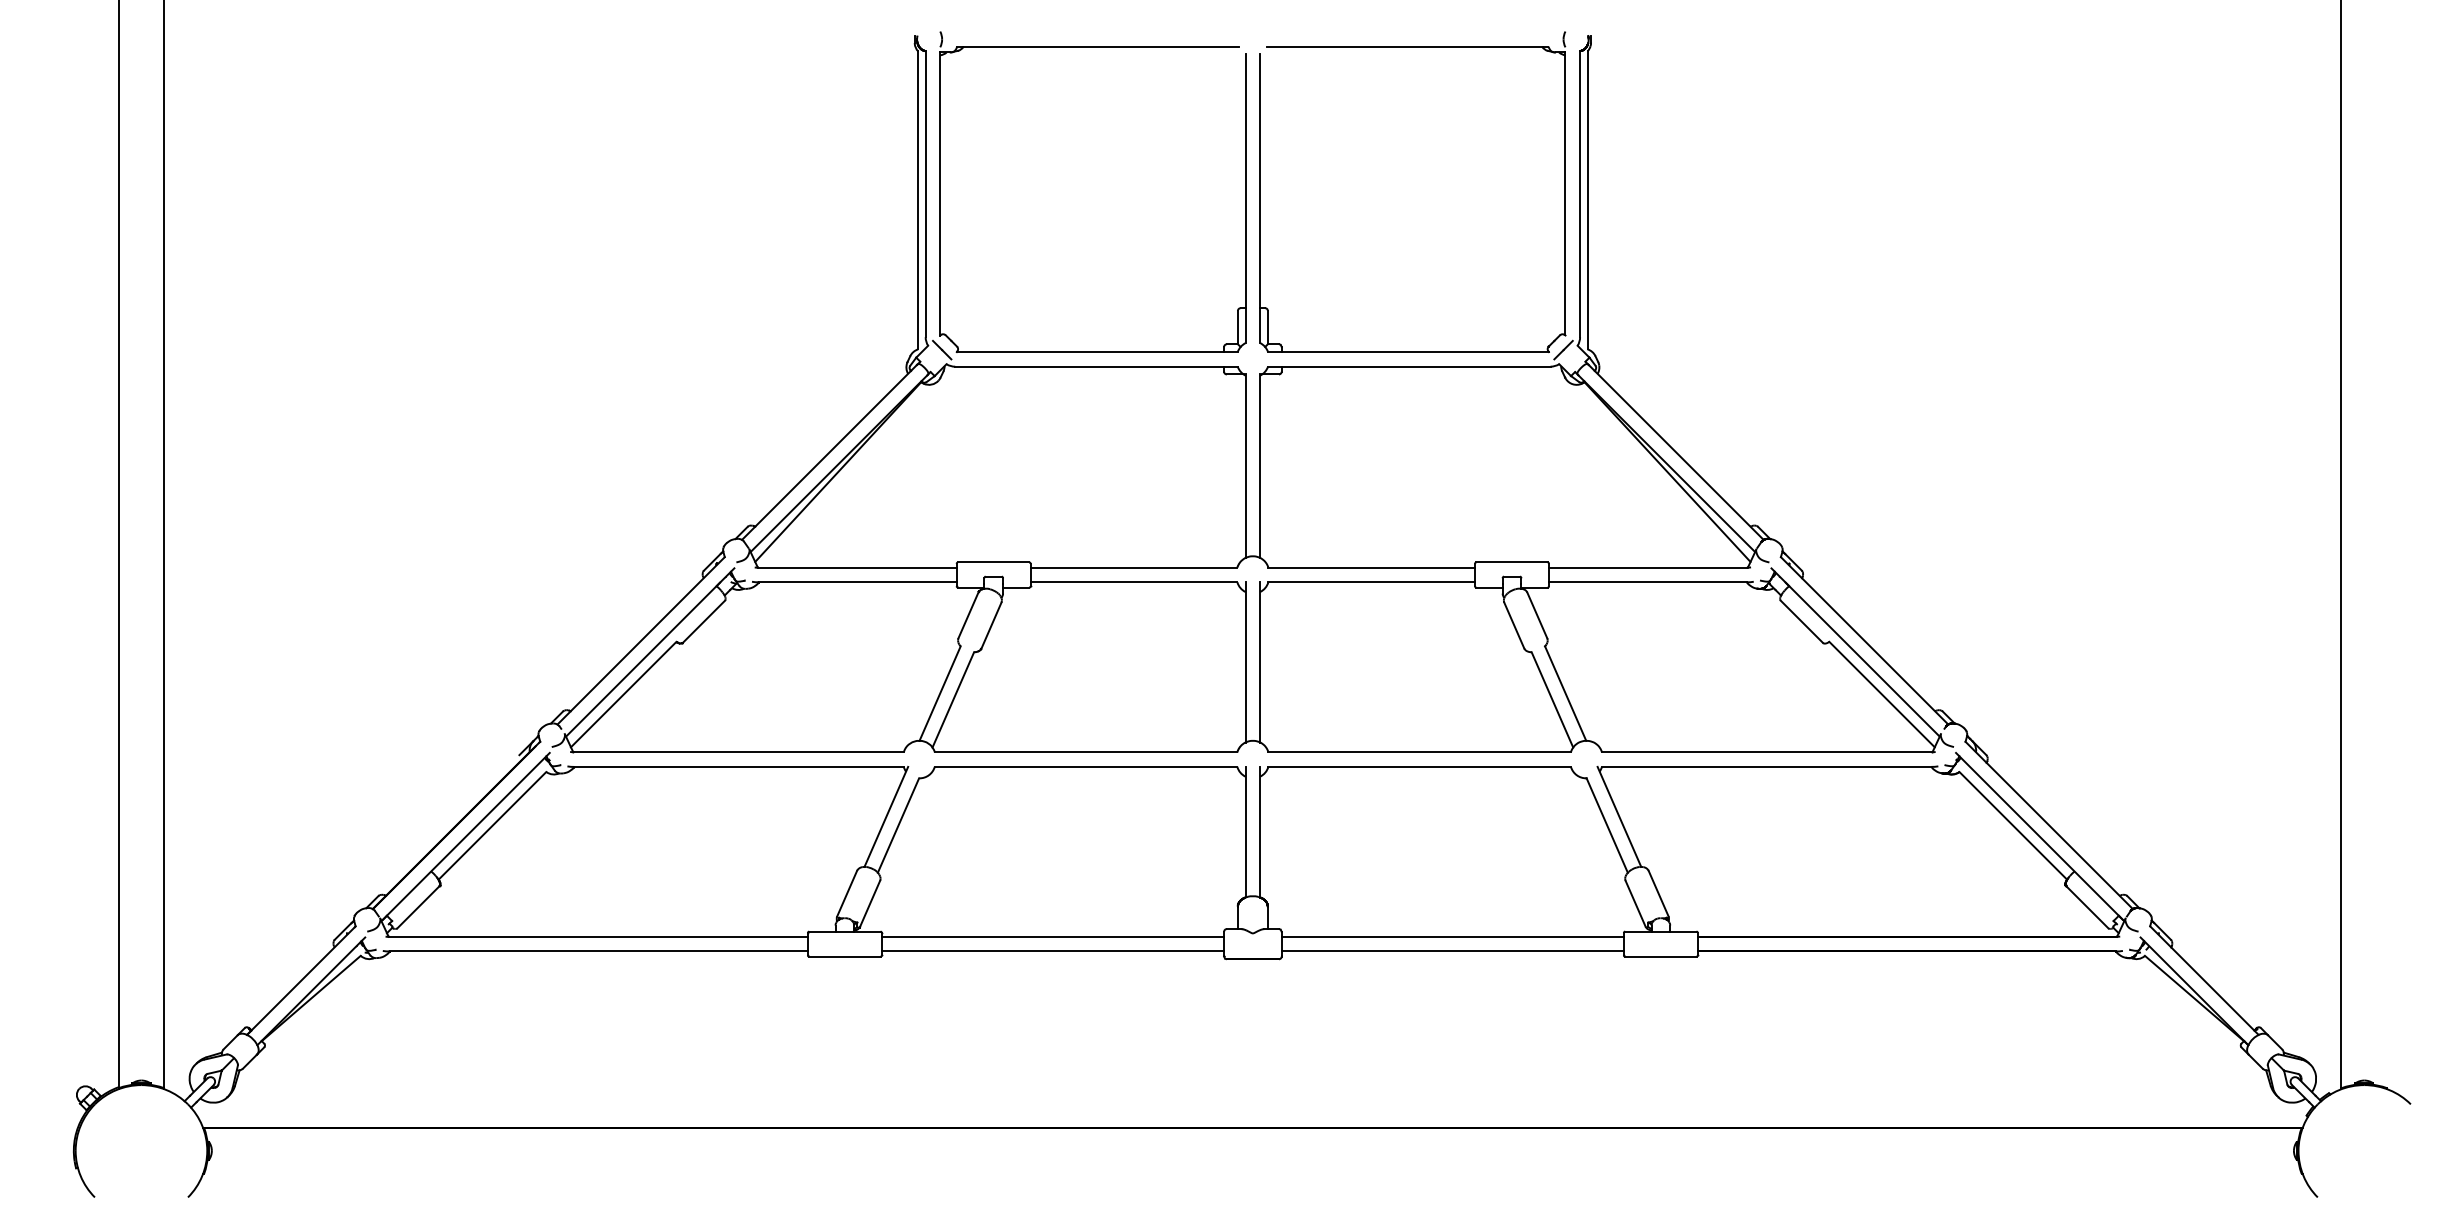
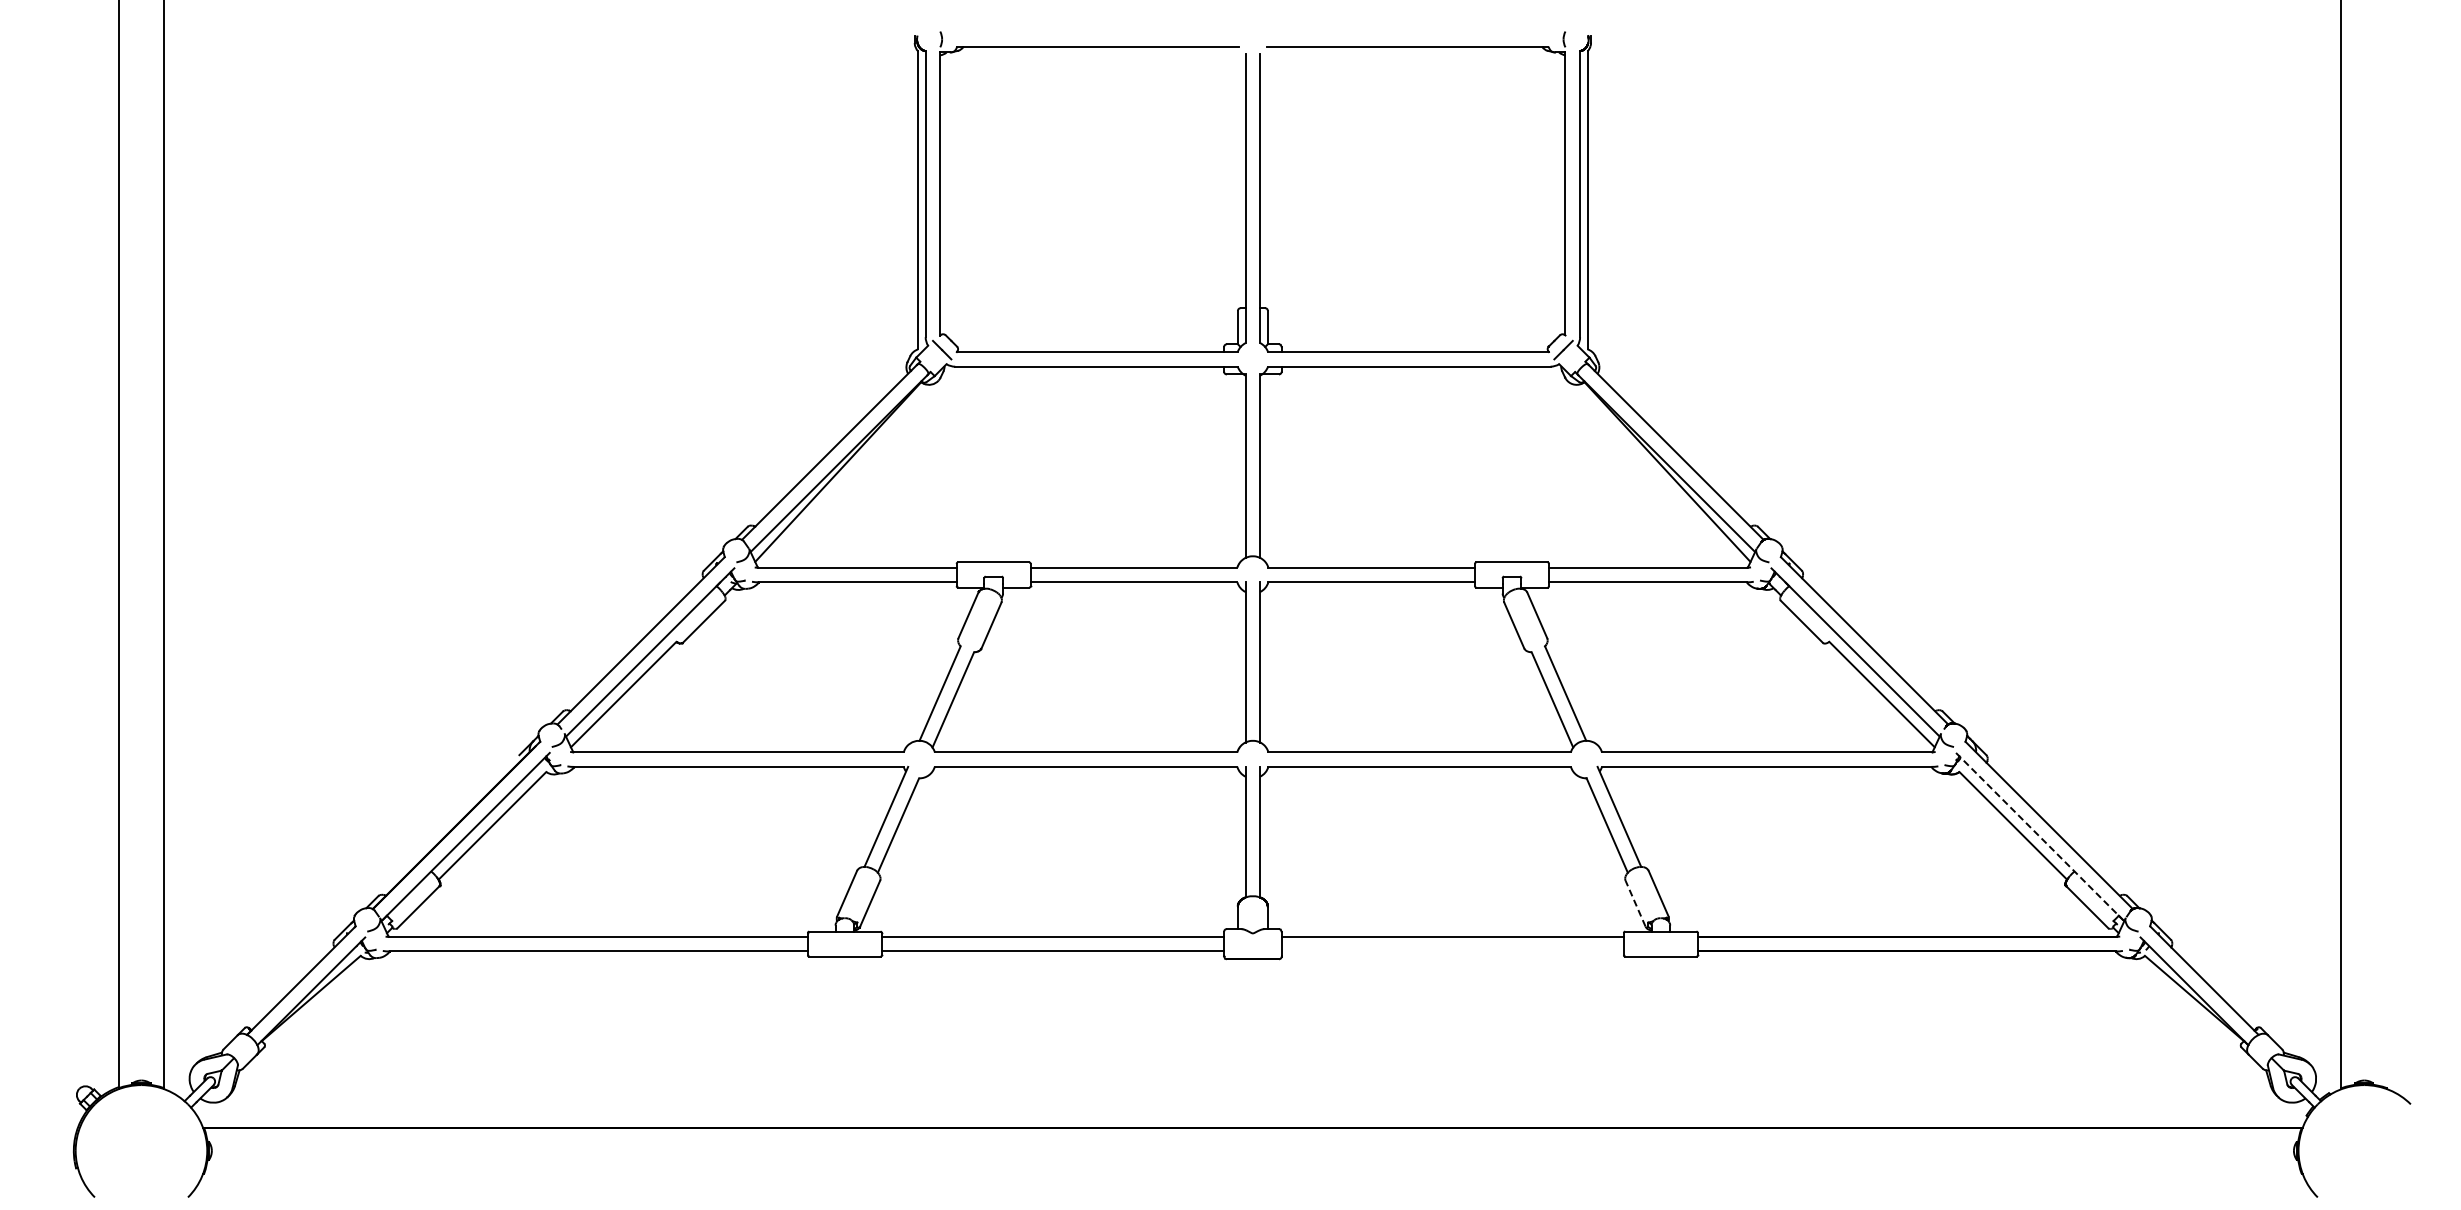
line at (2040, 837): solid -> dashed
line at (1635, 903): solid -> dashed
line at (1452, 951): present -> none
